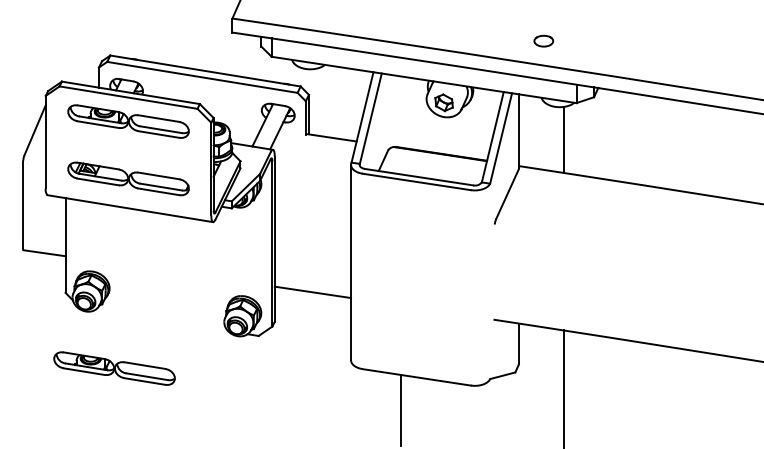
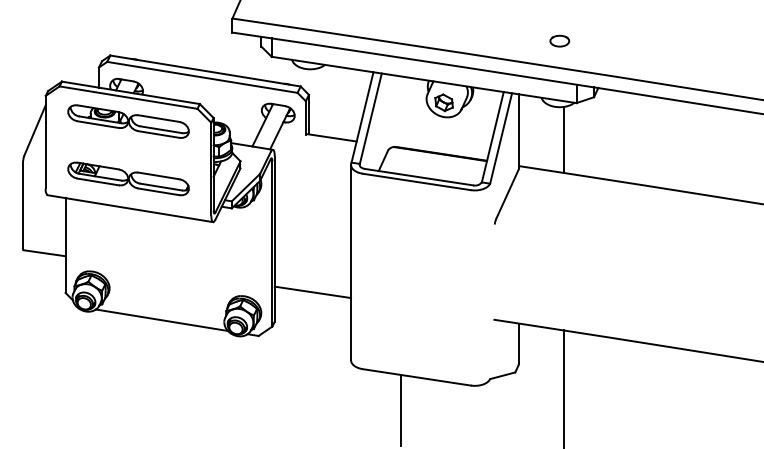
part at (543, 40) position: (543, 40) -> (559, 40)
line at (161, 320): none -> present
part at (114, 368): present -> none
